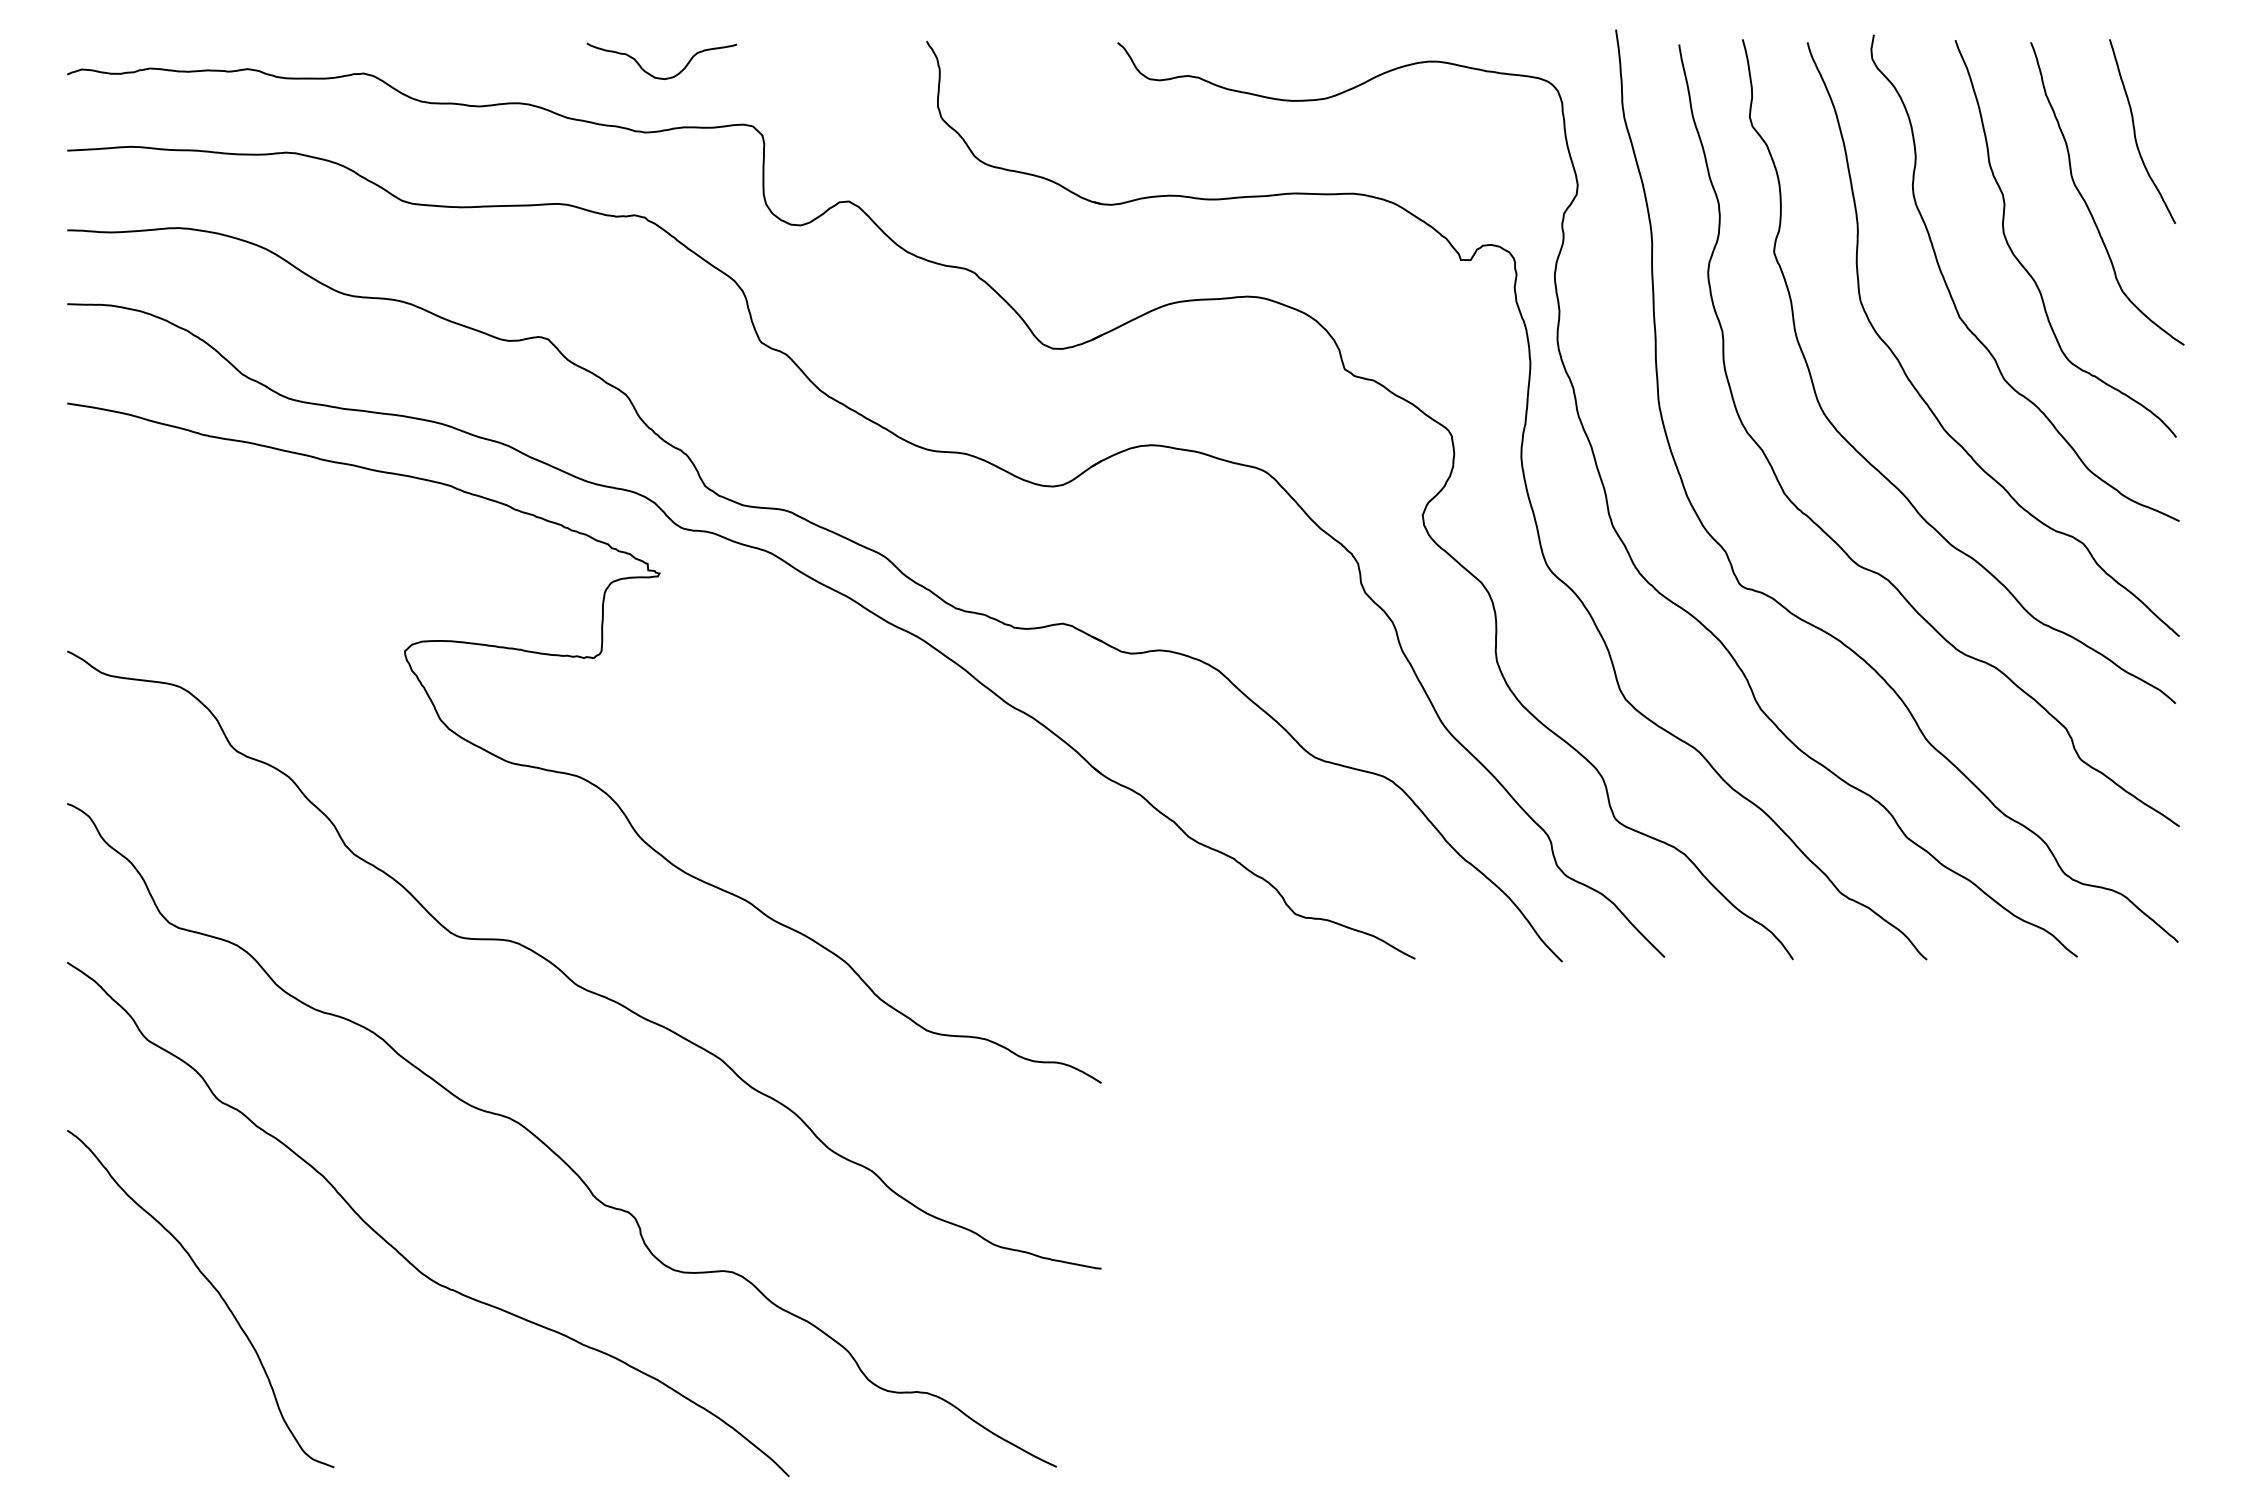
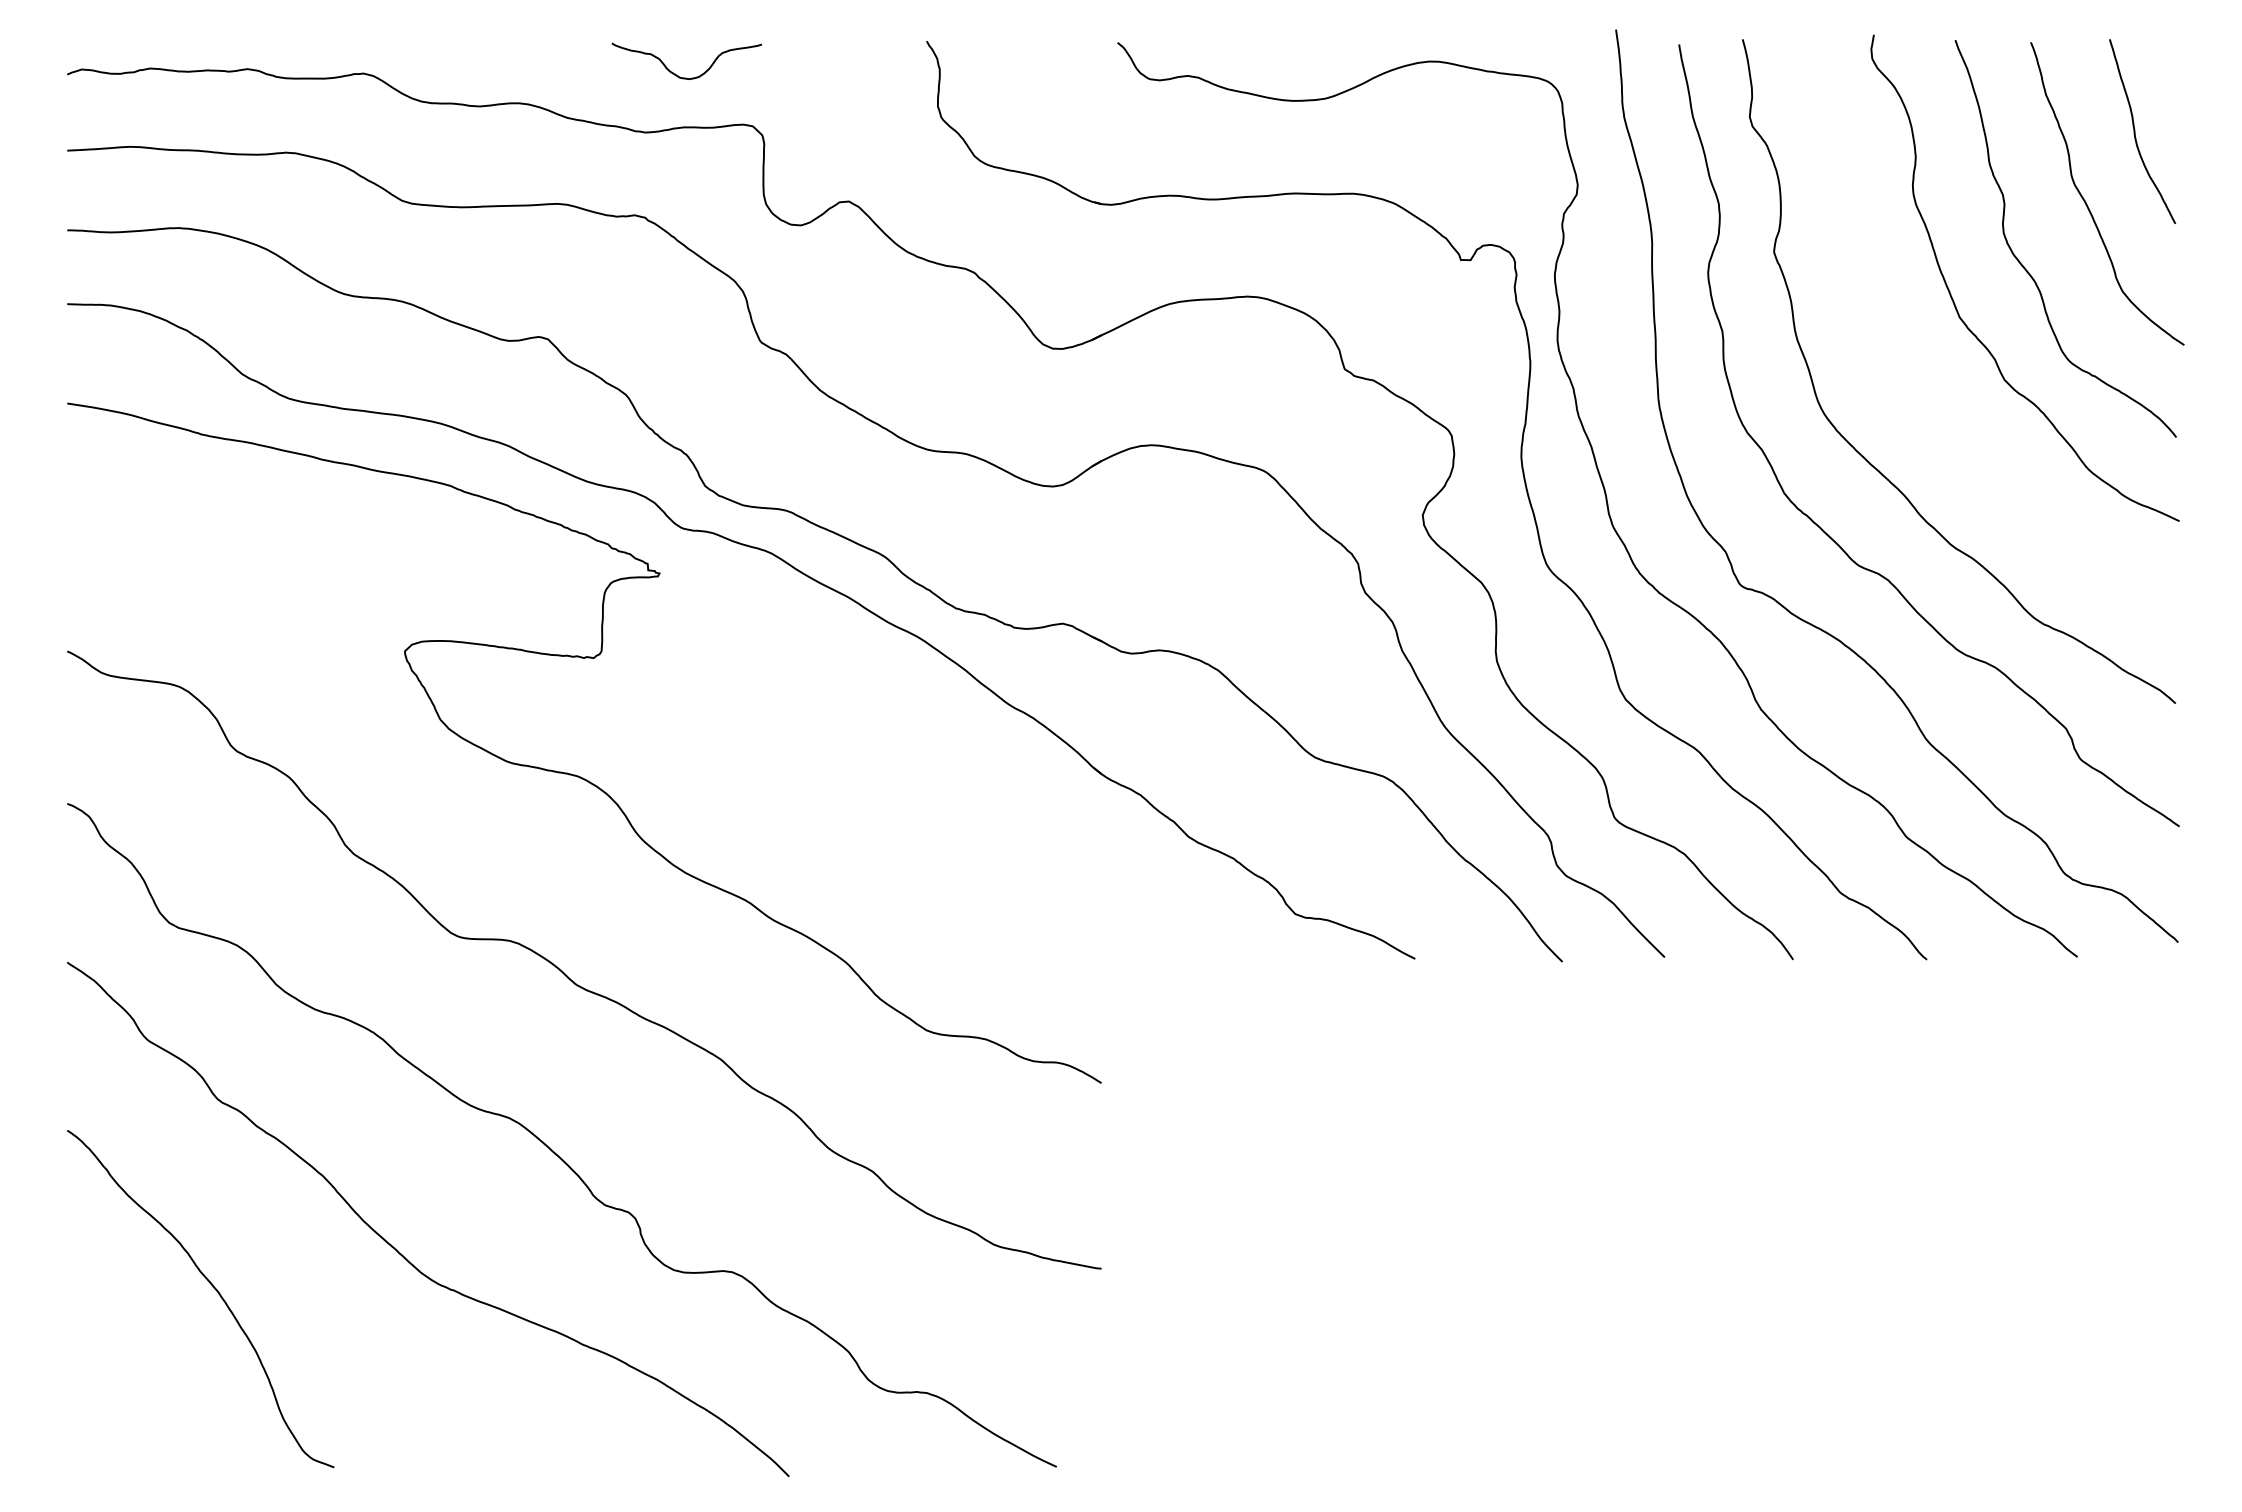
curve at (653, 75) position: (653, 75) -> (678, 75)
curve at (1919, 392): present -> none
